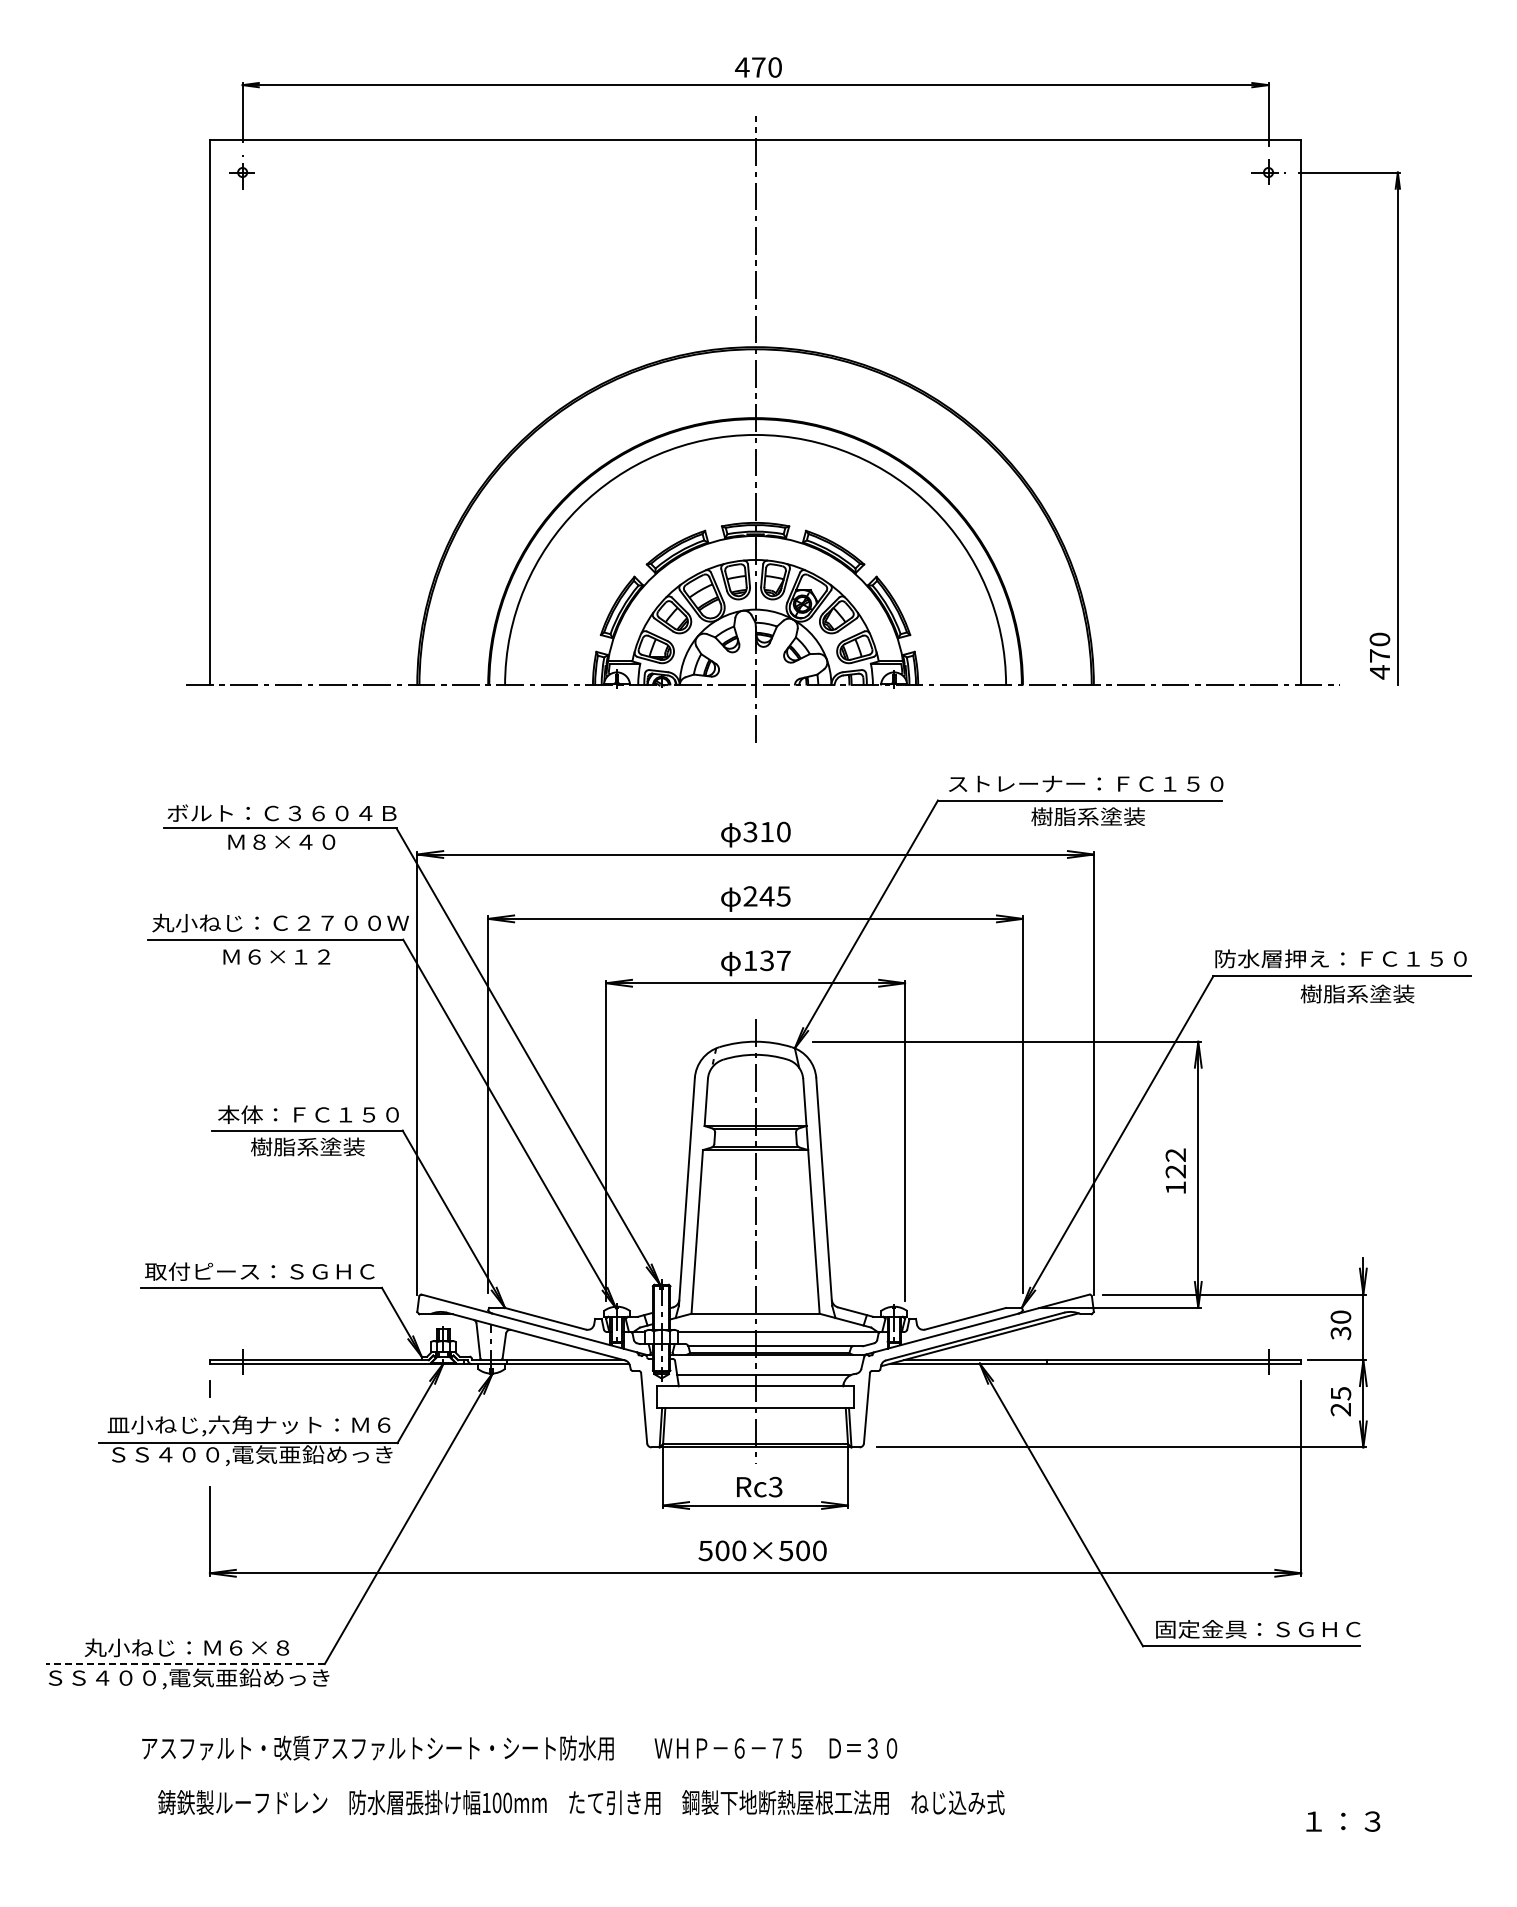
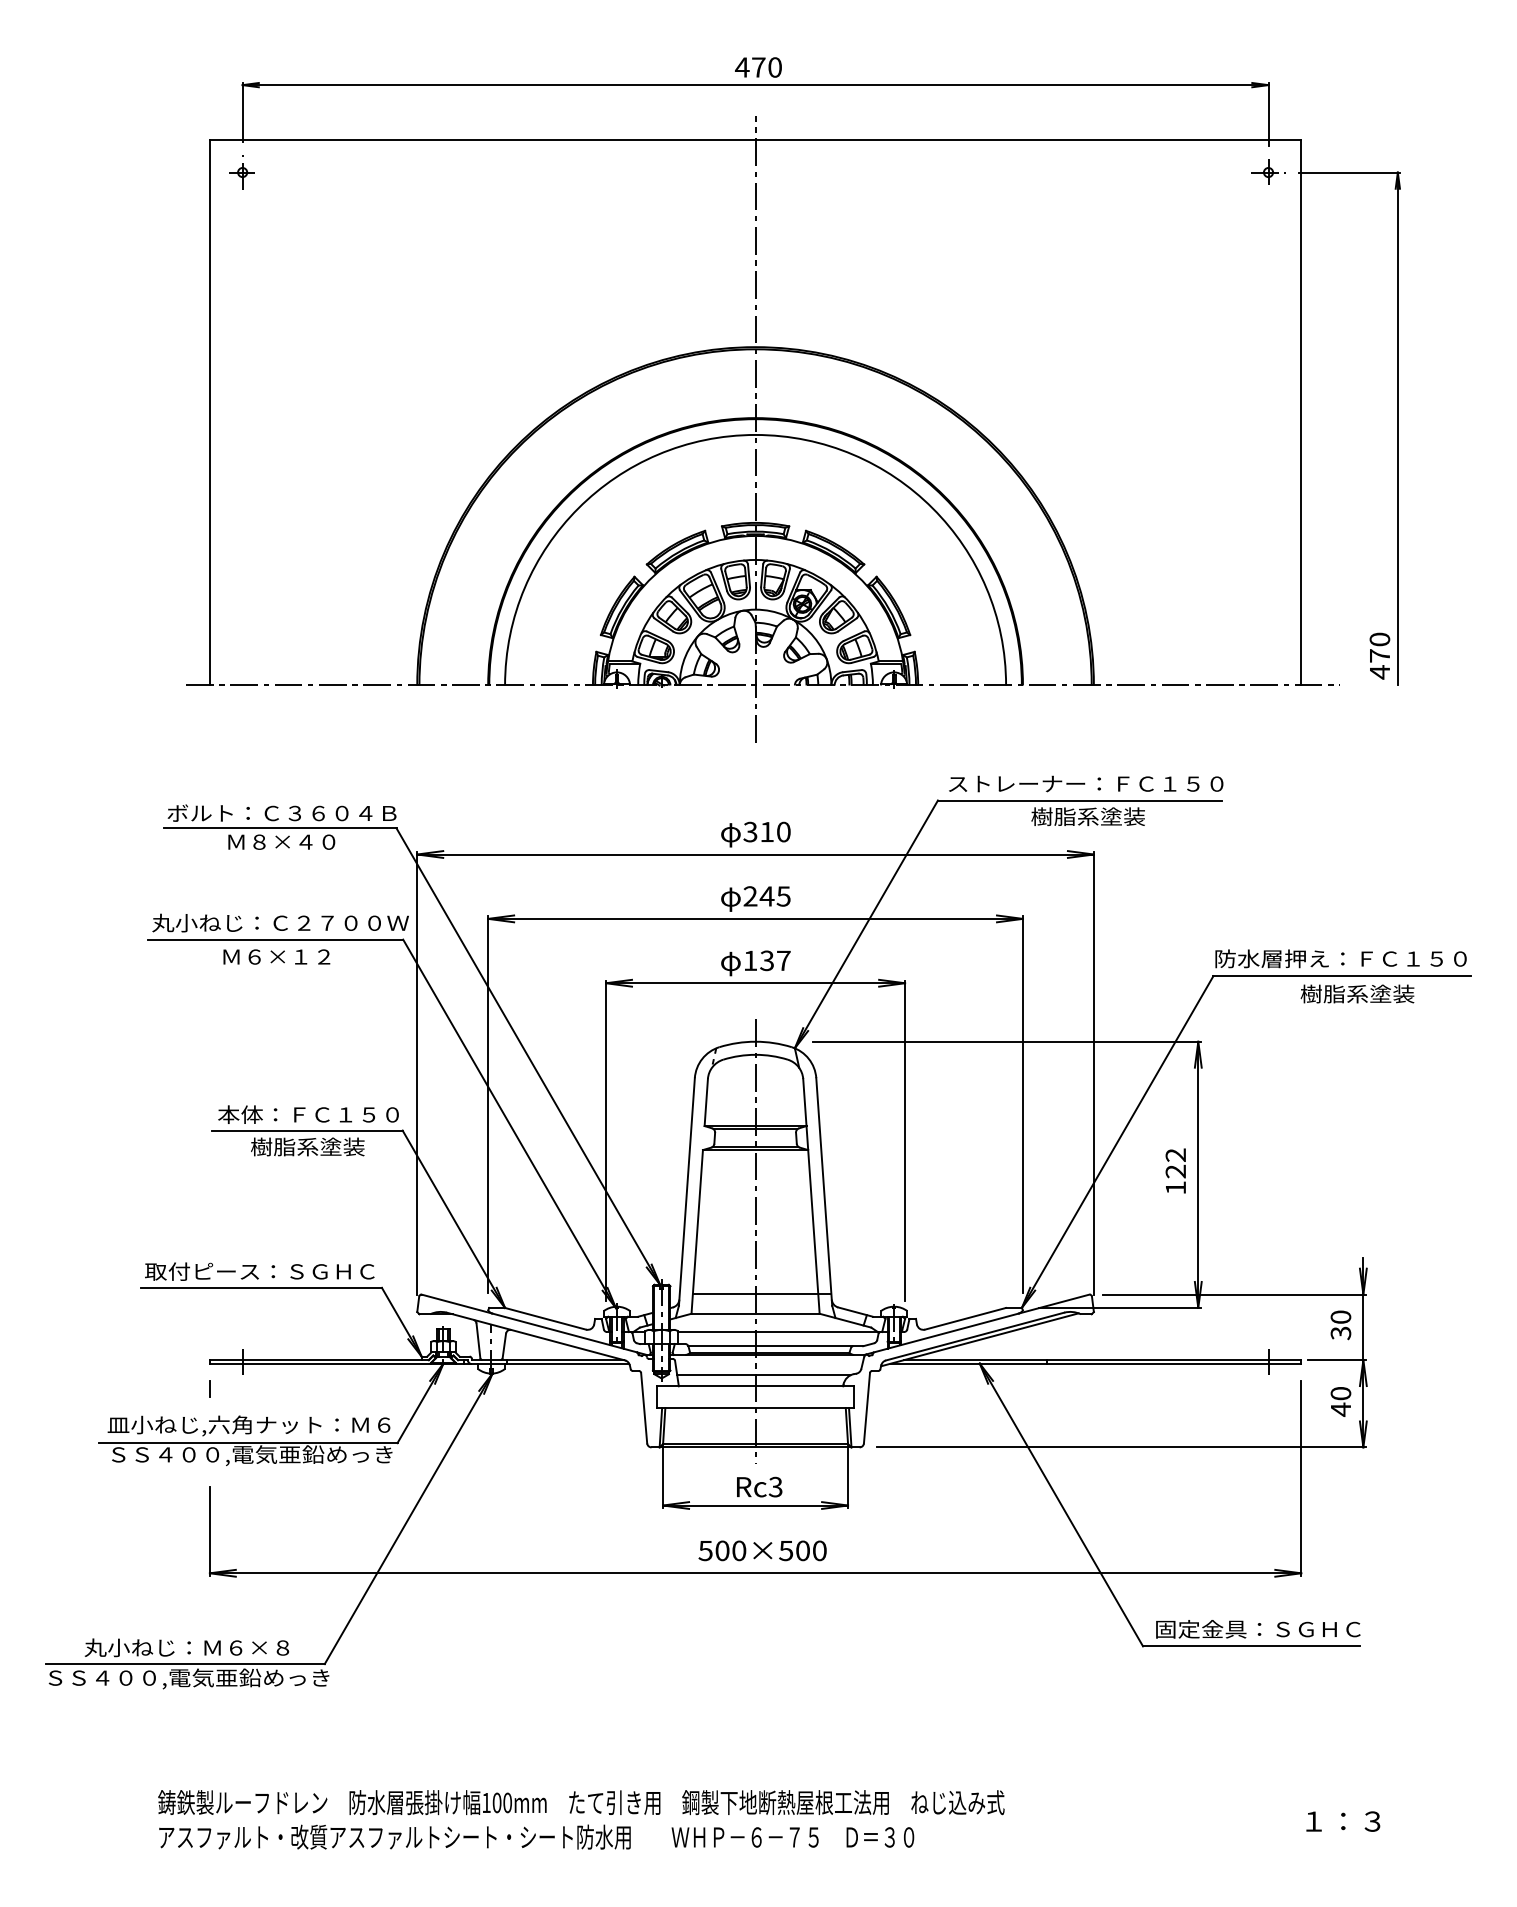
line at (761, 1294): none -> present
text at (1340, 1402): 25 -> 40
line at (185, 1664): dashed -> solid
text at (519, 1747) position: (519, 1747) -> (536, 1836)
